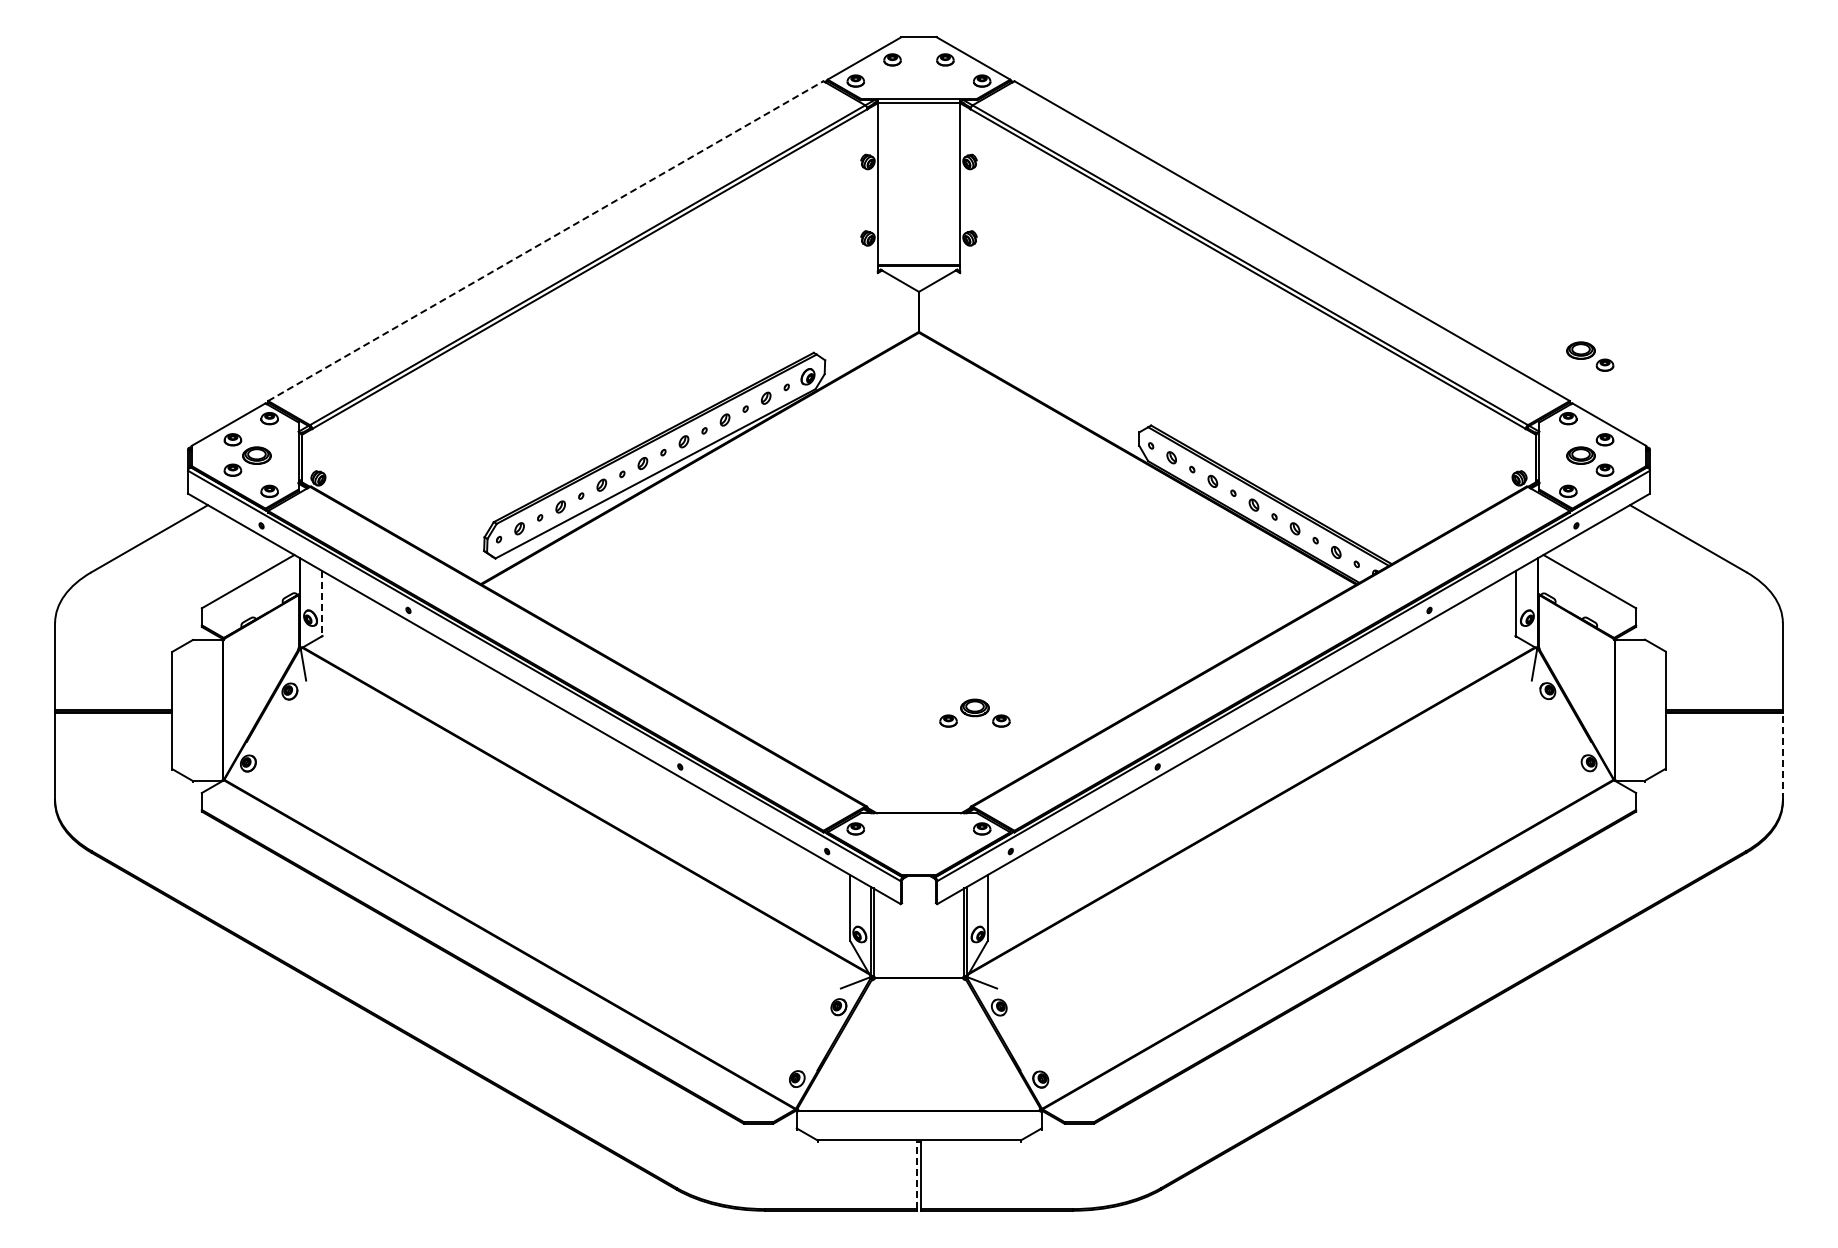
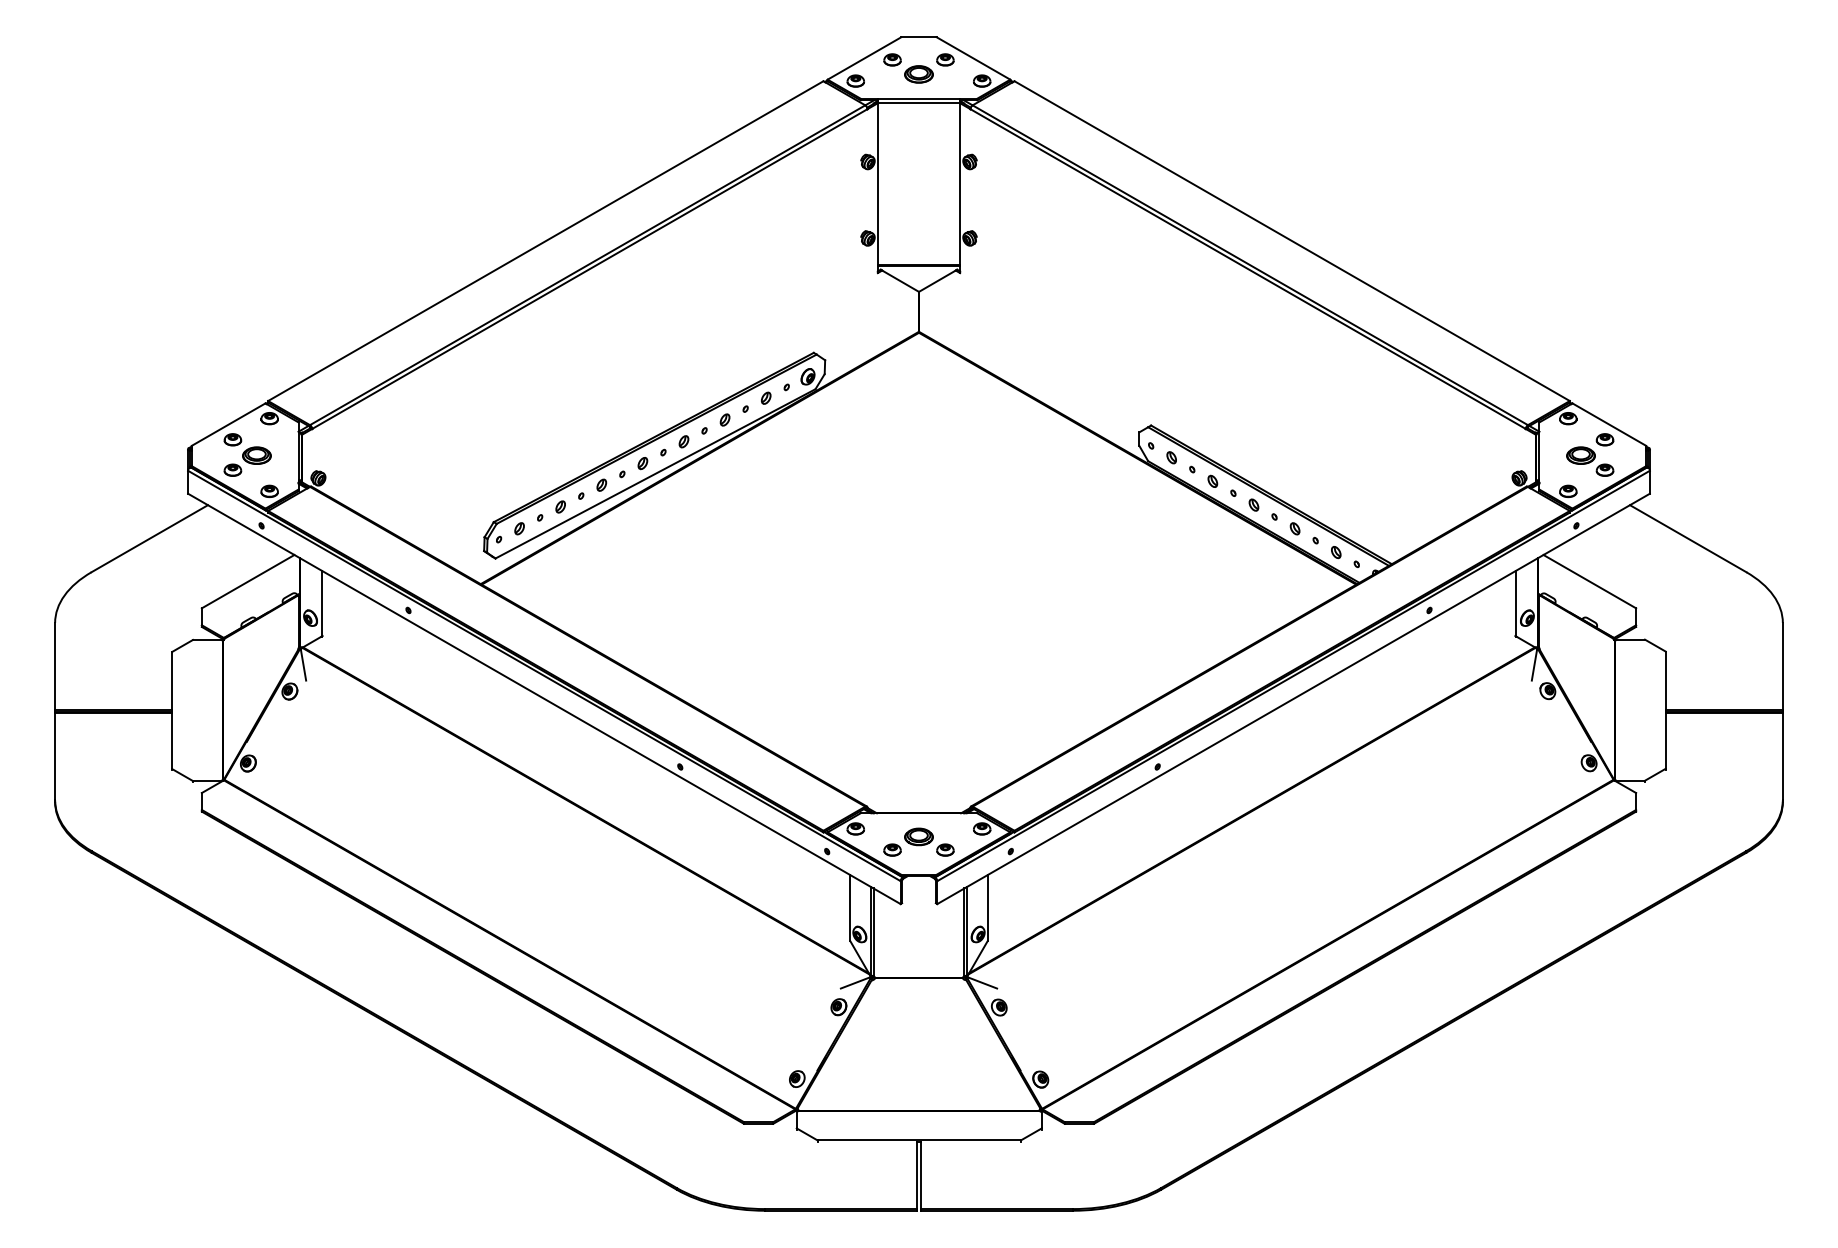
part at (918, 74): none -> present
line at (546, 240): dashed -> solid
part at (1590, 356): present -> none
line at (321, 603): dashed -> solid
part at (974, 712) position: (974, 712) -> (918, 841)
line at (1782, 756): dashed -> solid
line at (916, 1175): dashed -> solid
